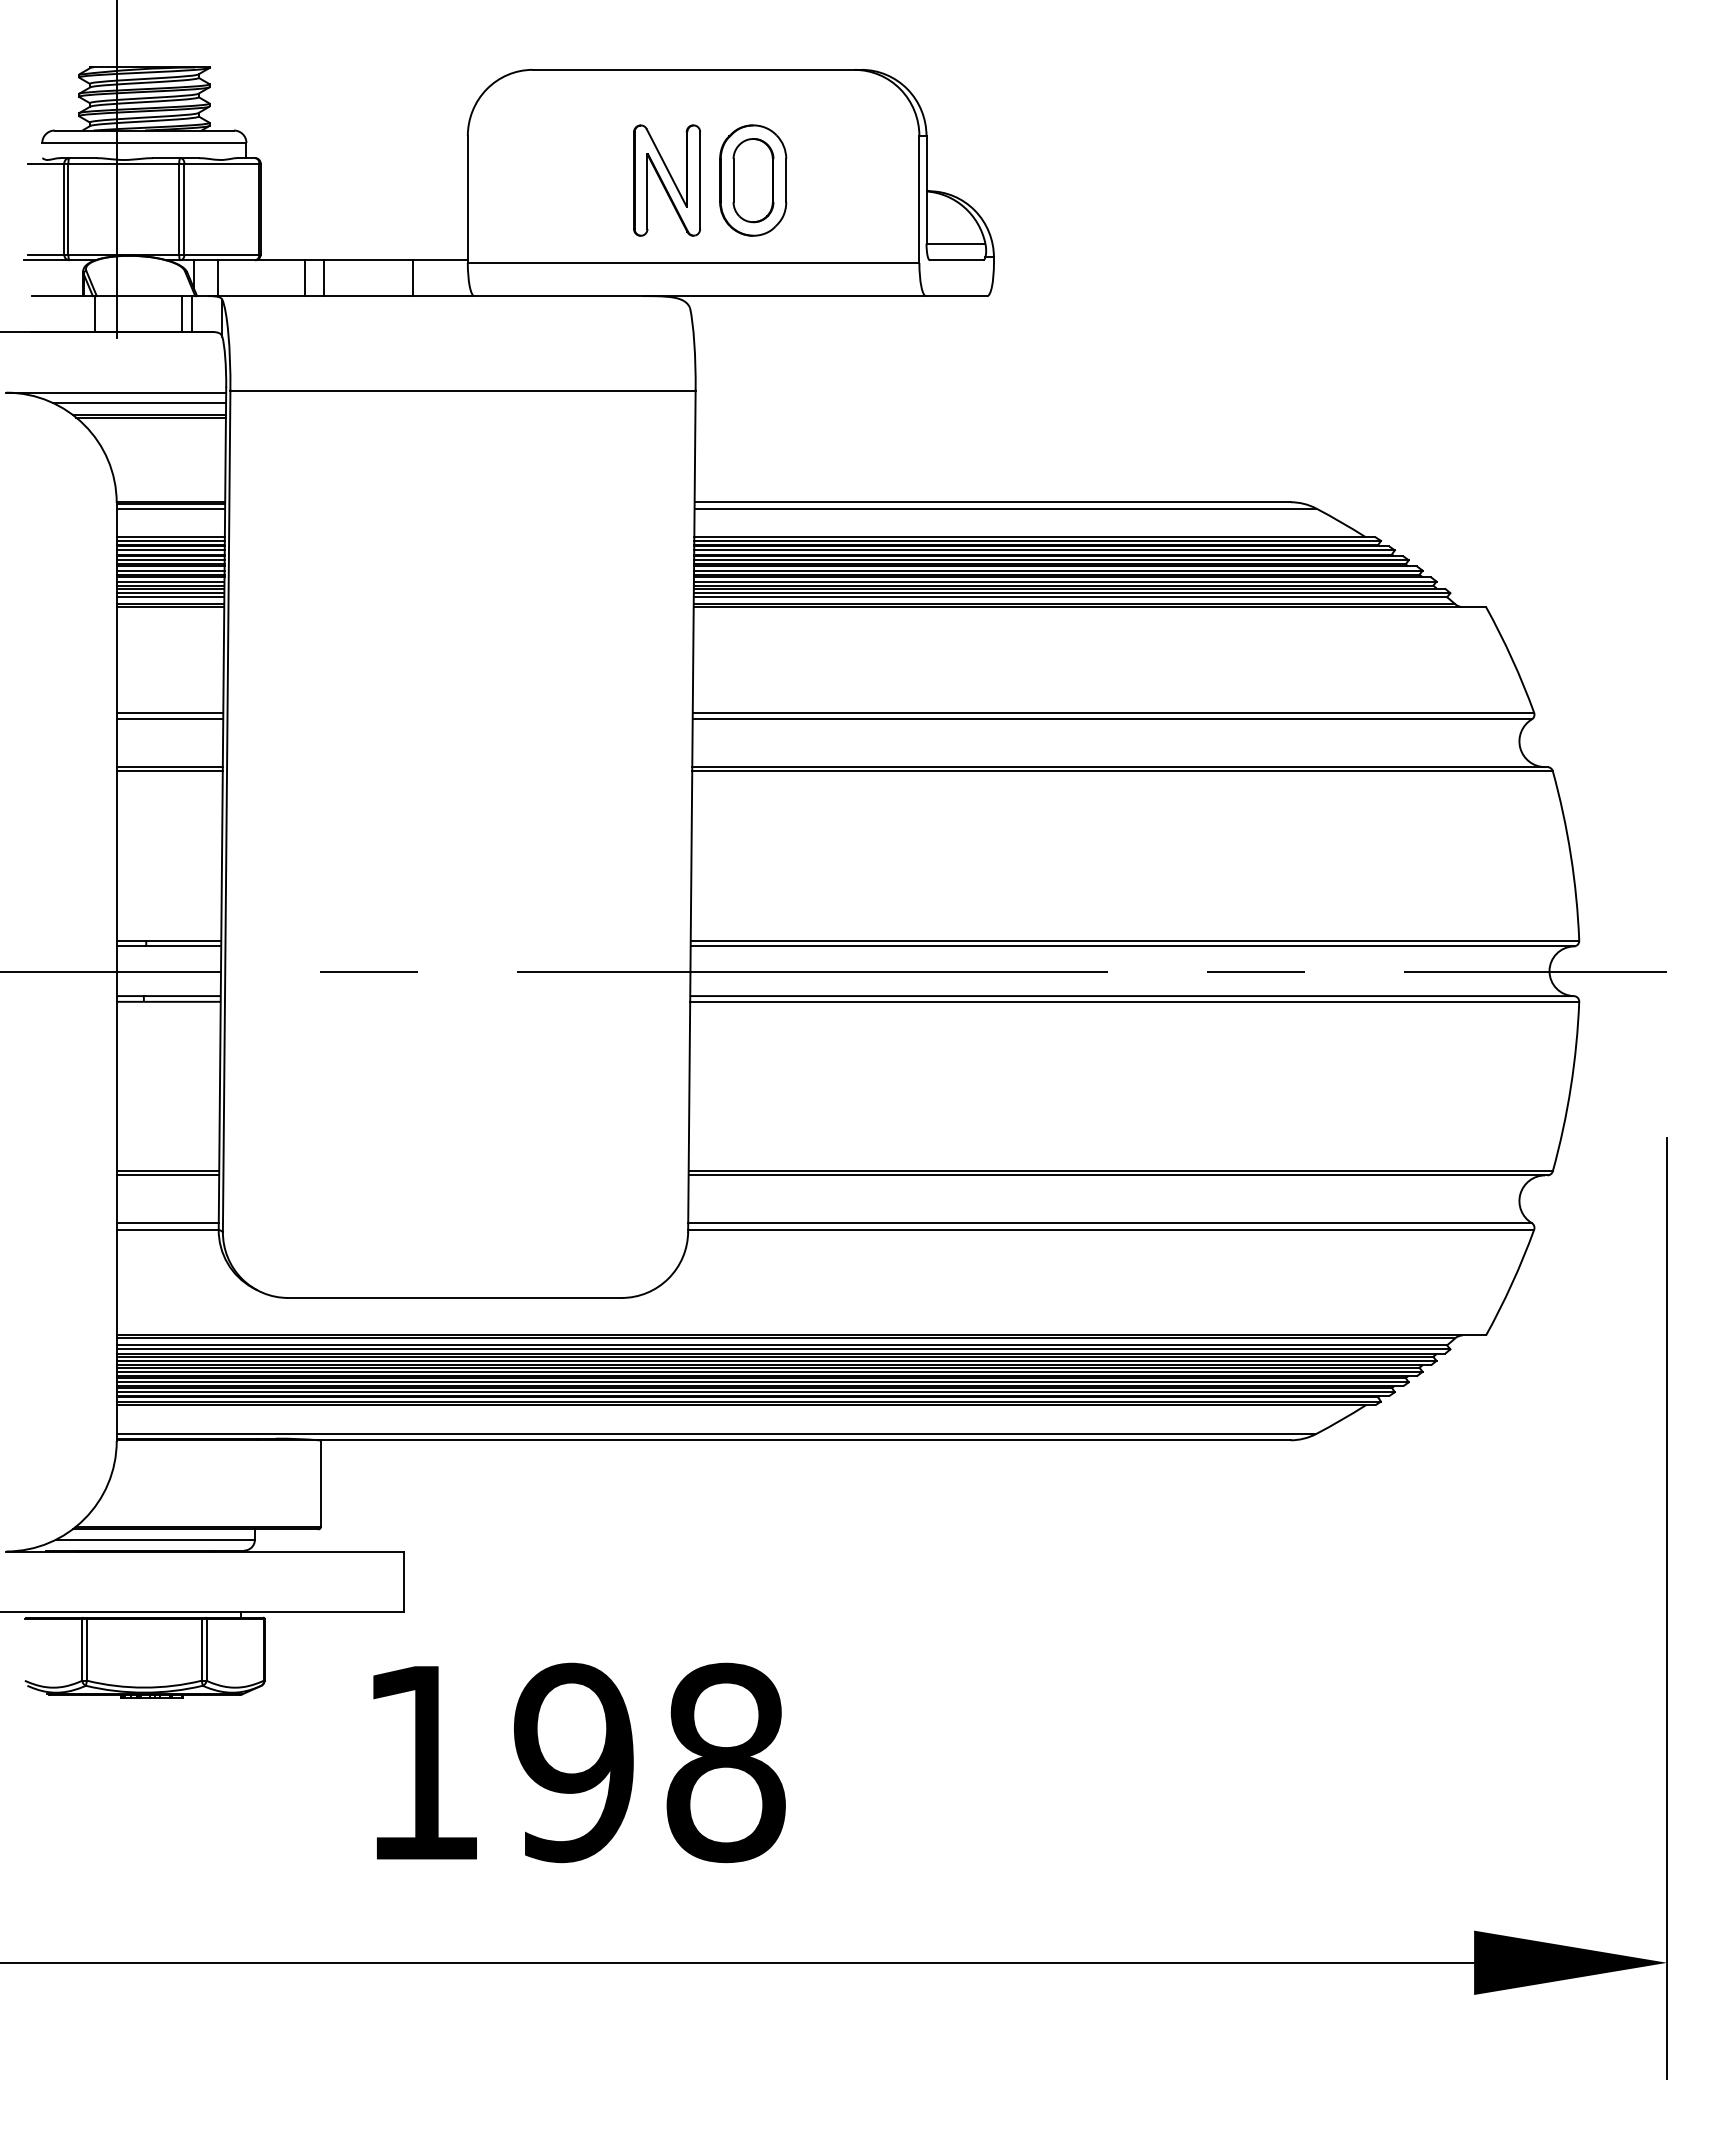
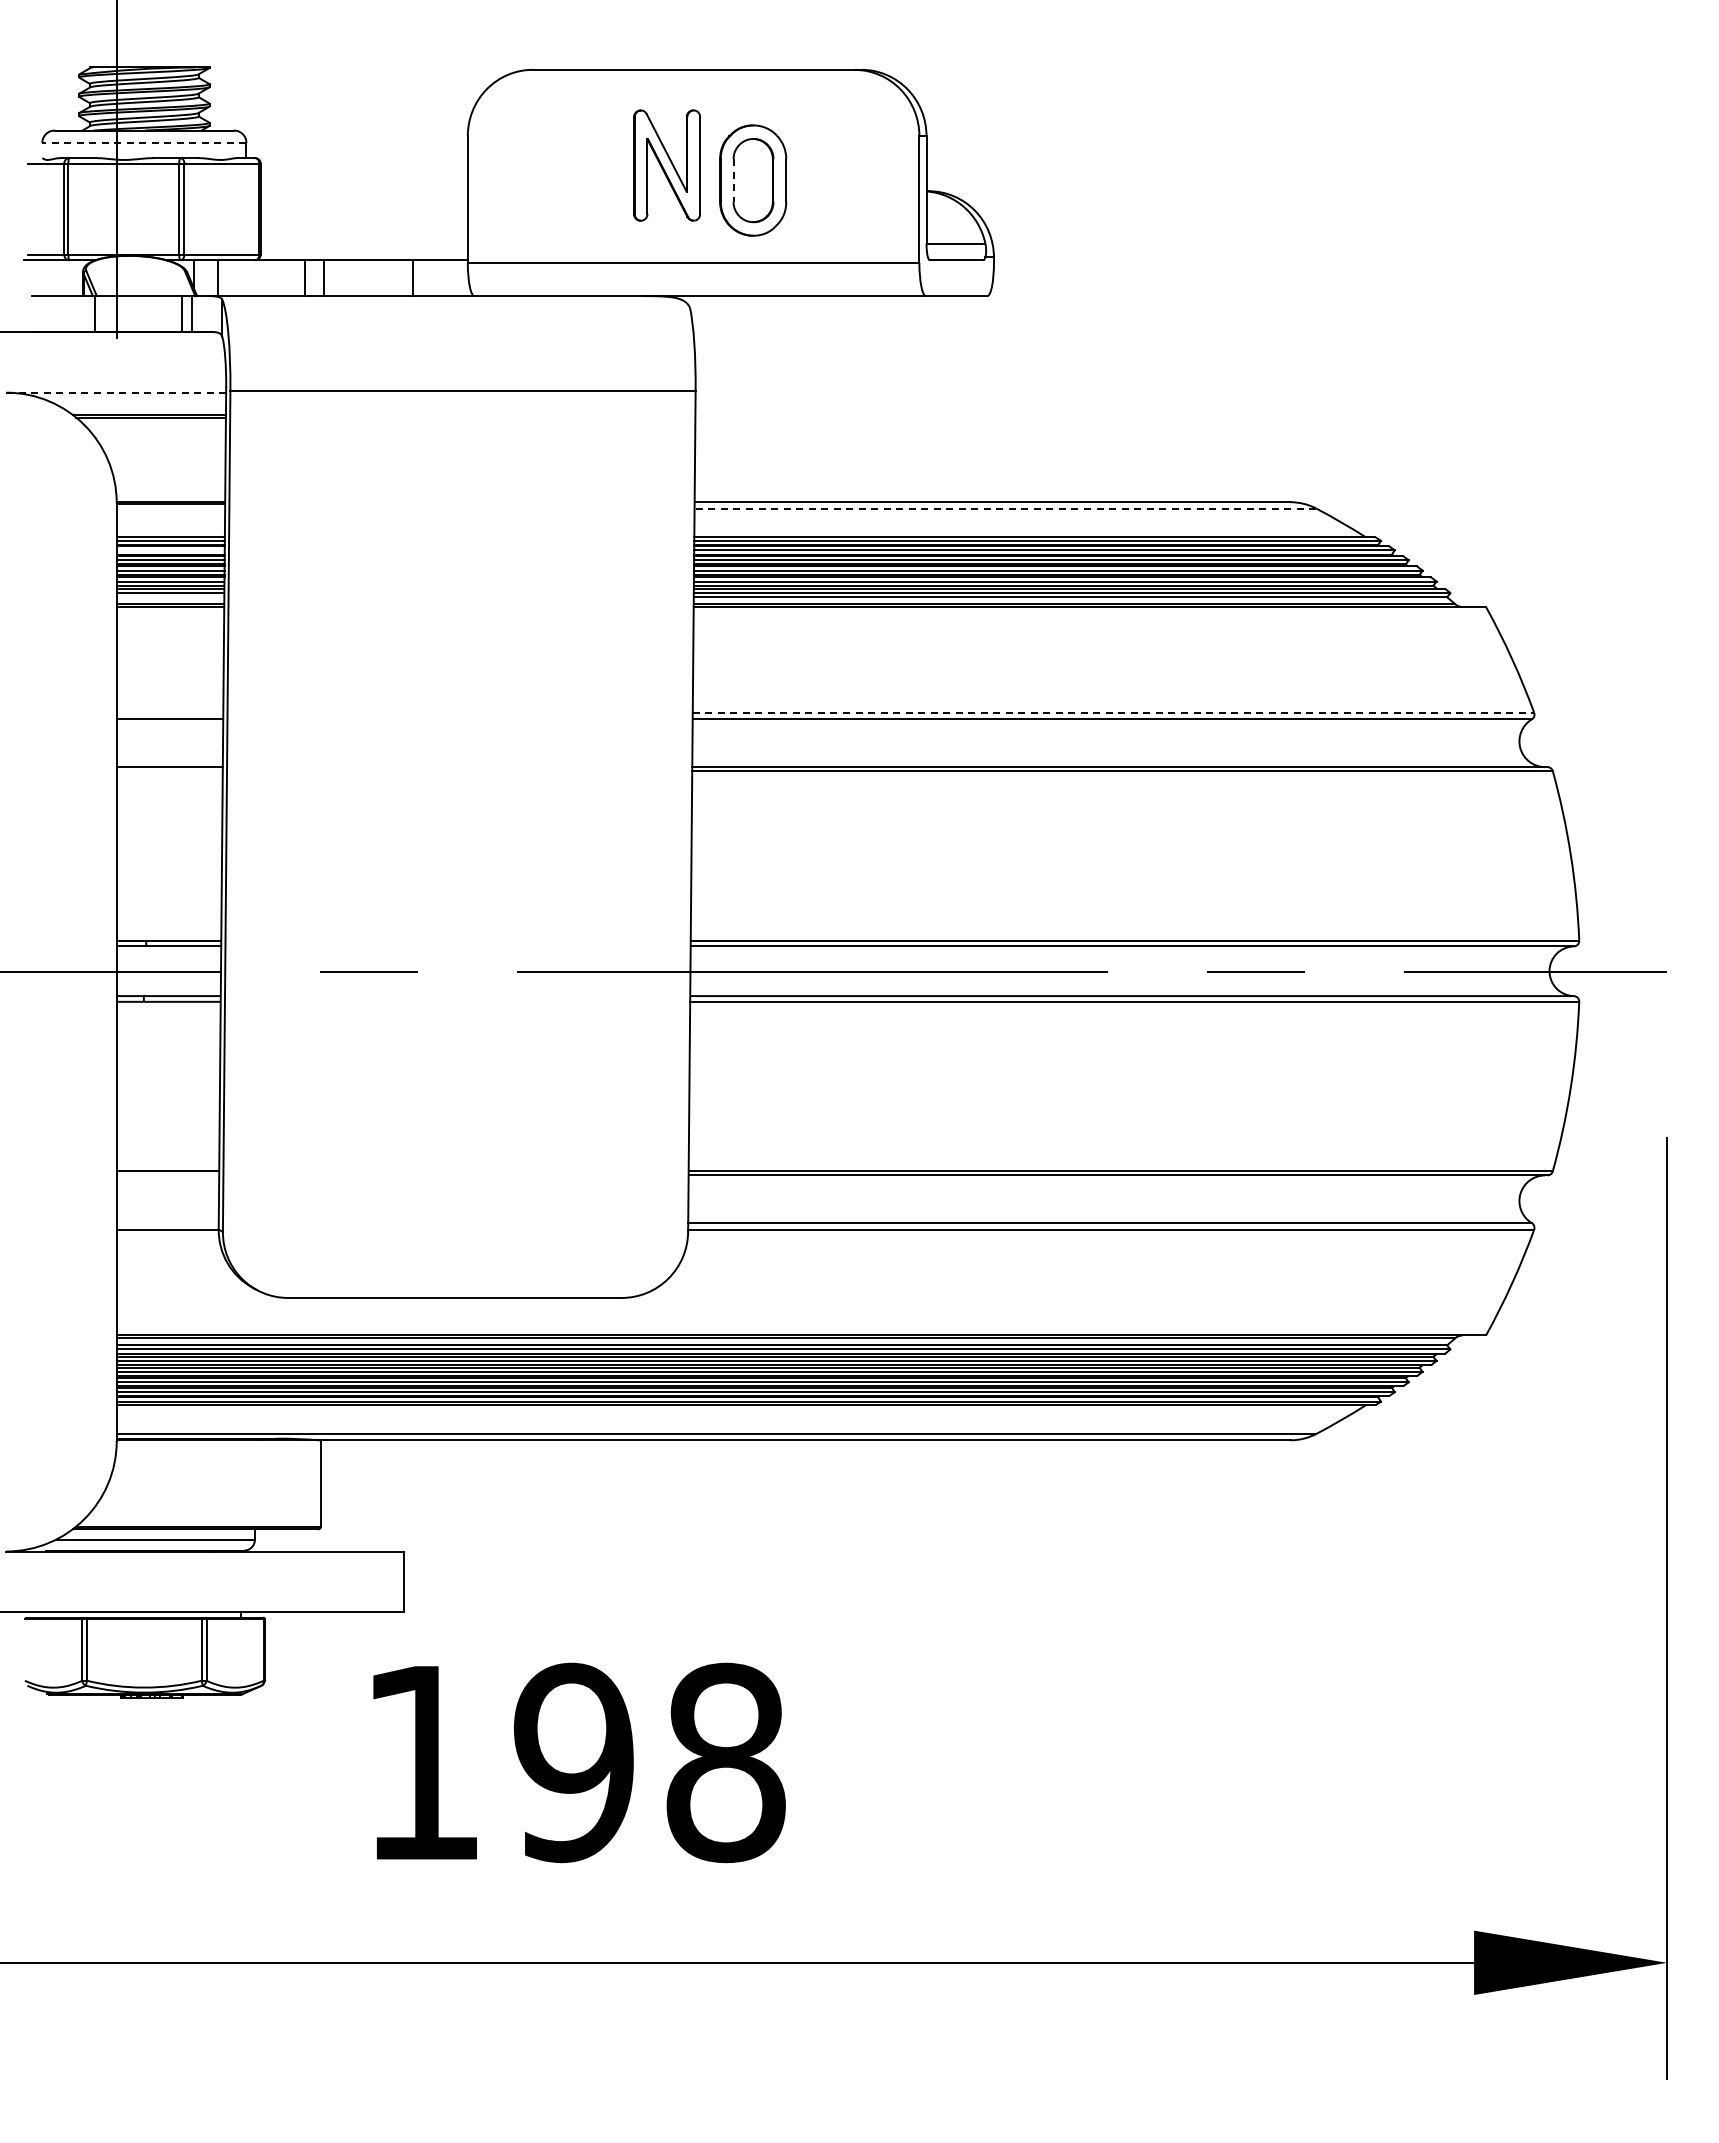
line at (143, 142): solid -> dashed
part at (666, 180) position: (666, 180) -> (666, 165)
line at (733, 180): solid -> dashed
line at (116, 392): solid -> dashed
line at (139, 402): present -> none
line at (170, 508): present -> none
line at (1005, 508): solid -> dashed
line at (170, 550): present -> none
line at (170, 597): present -> none
line at (169, 712): present -> none
line at (1113, 712): solid -> dashed
line at (169, 771): present -> none
line at (167, 1175): present -> none
line at (167, 1223): present -> none
